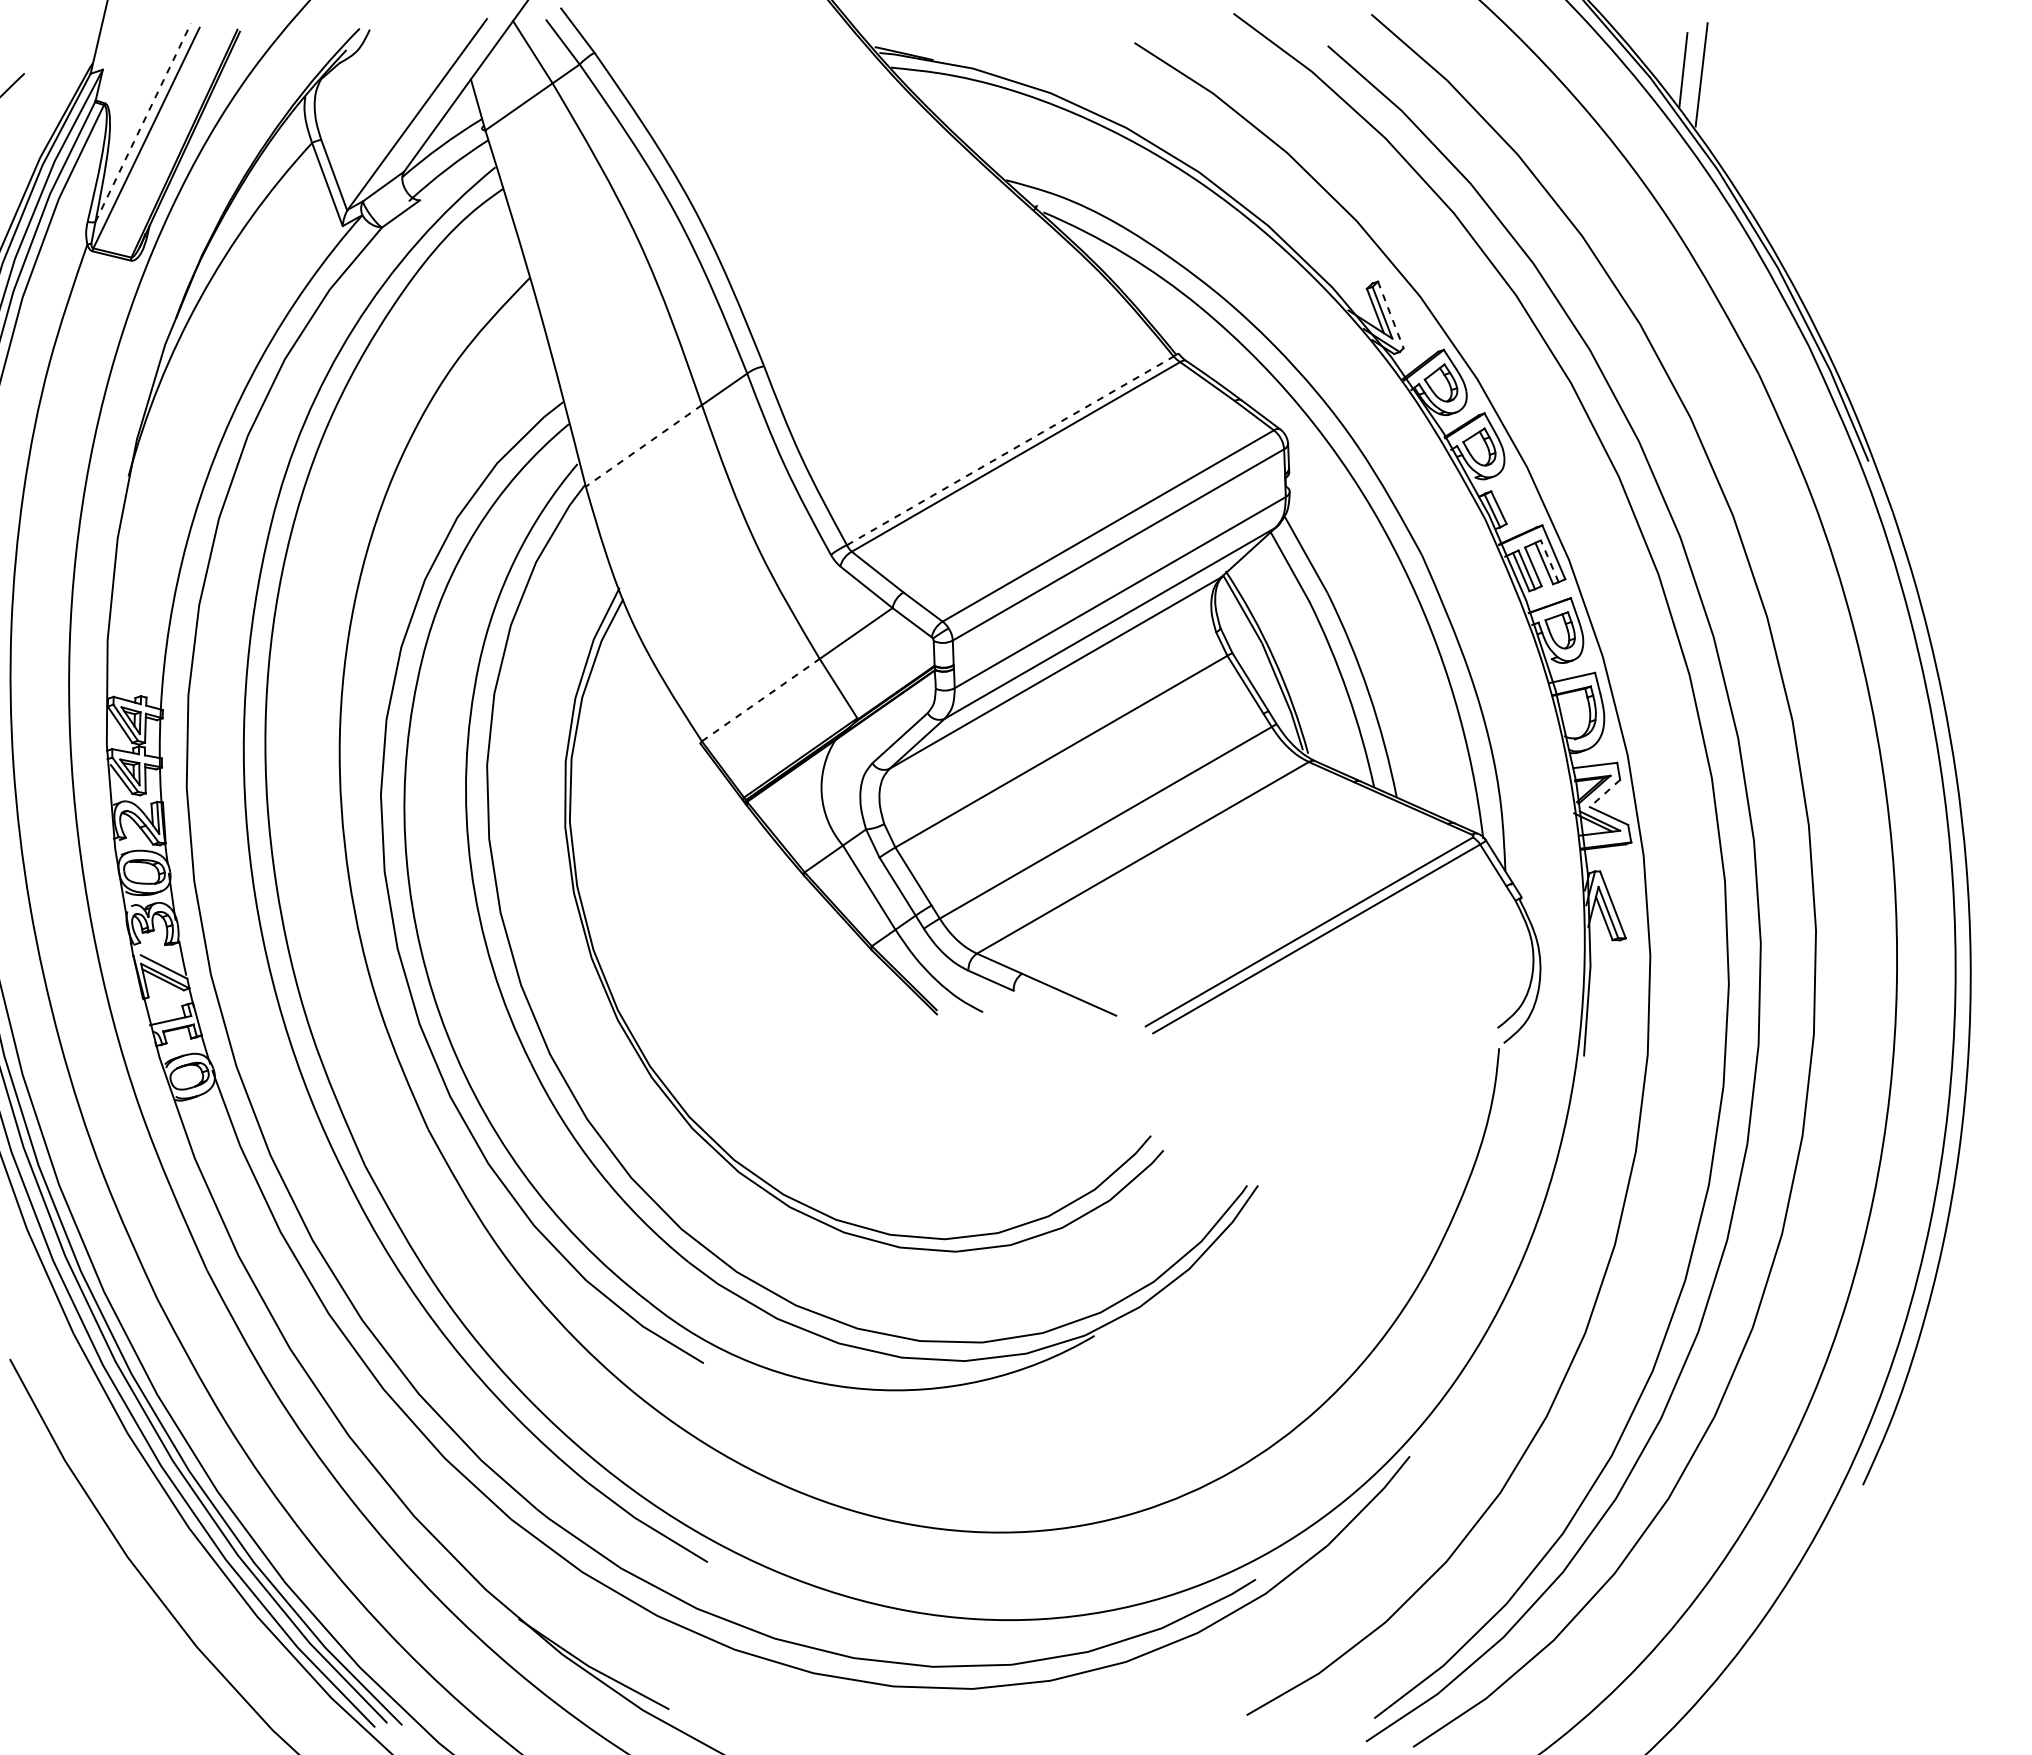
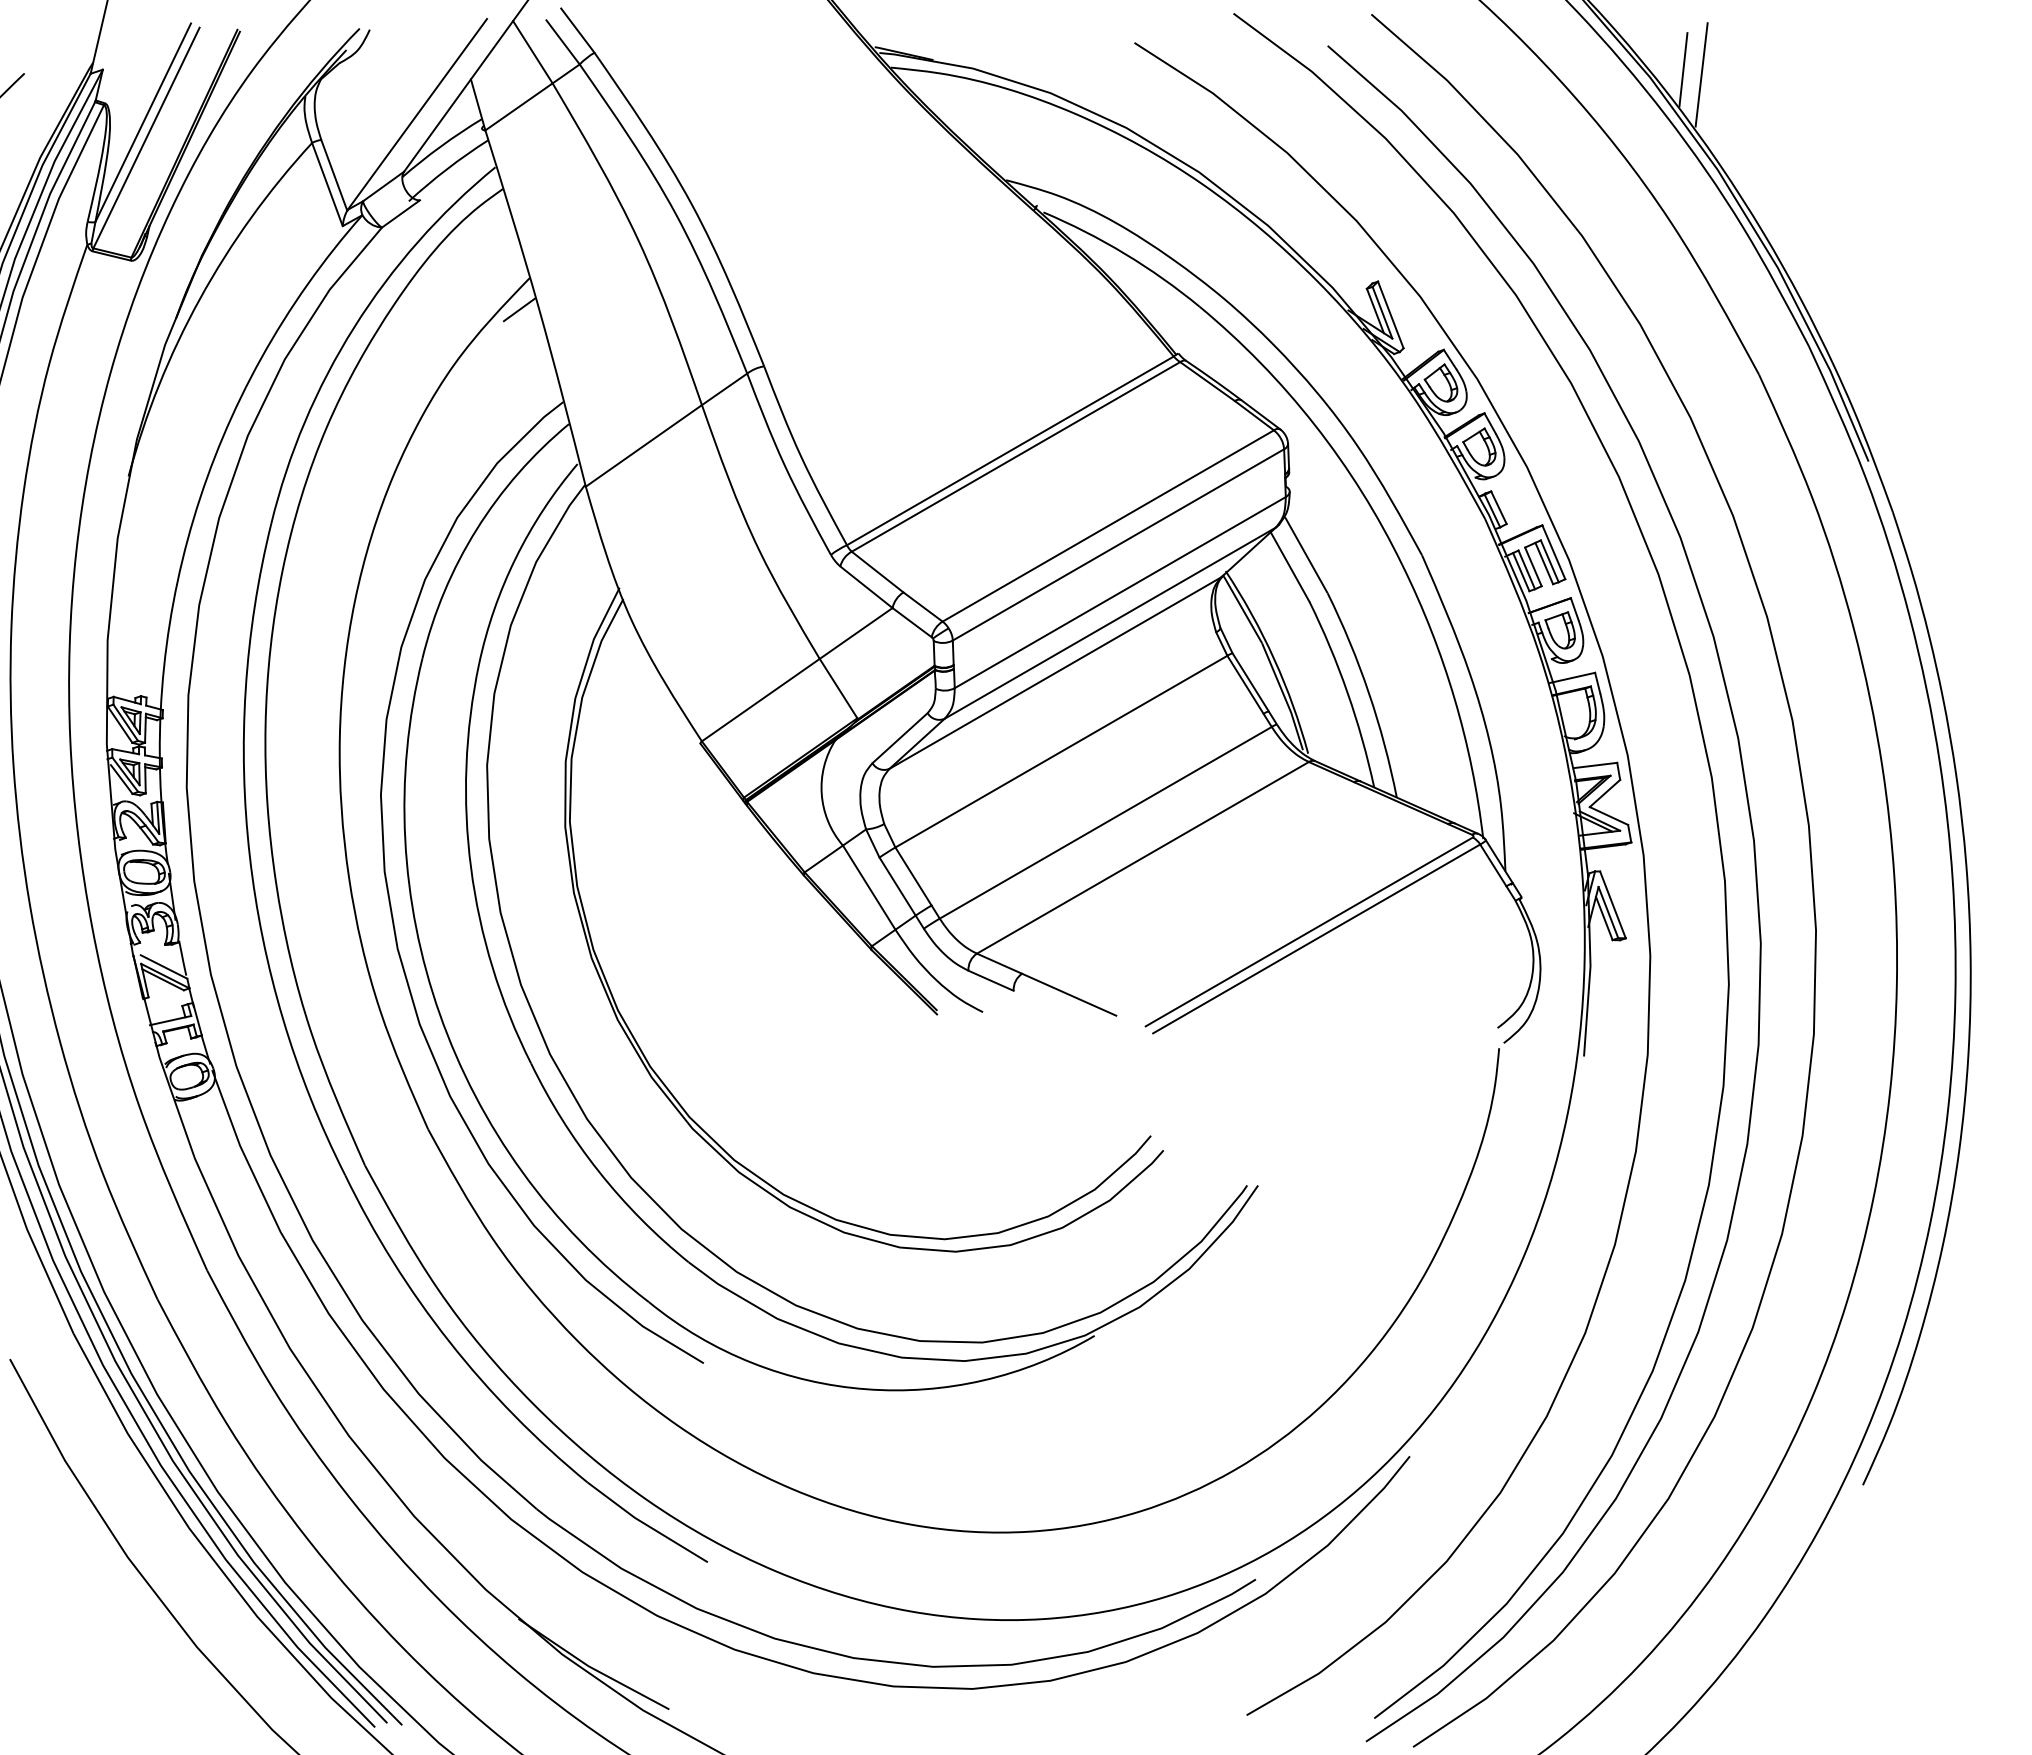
line at (143, 122): dashed -> solid
line at (518, 309): none -> present
line at (1390, 314): dashed -> solid
line at (643, 445): dashed -> solid
line at (1010, 450): dashed -> solid
line at (1549, 561): dashed -> solid
line at (760, 700): dashed -> solid
line at (1604, 793): dashed -> solid
